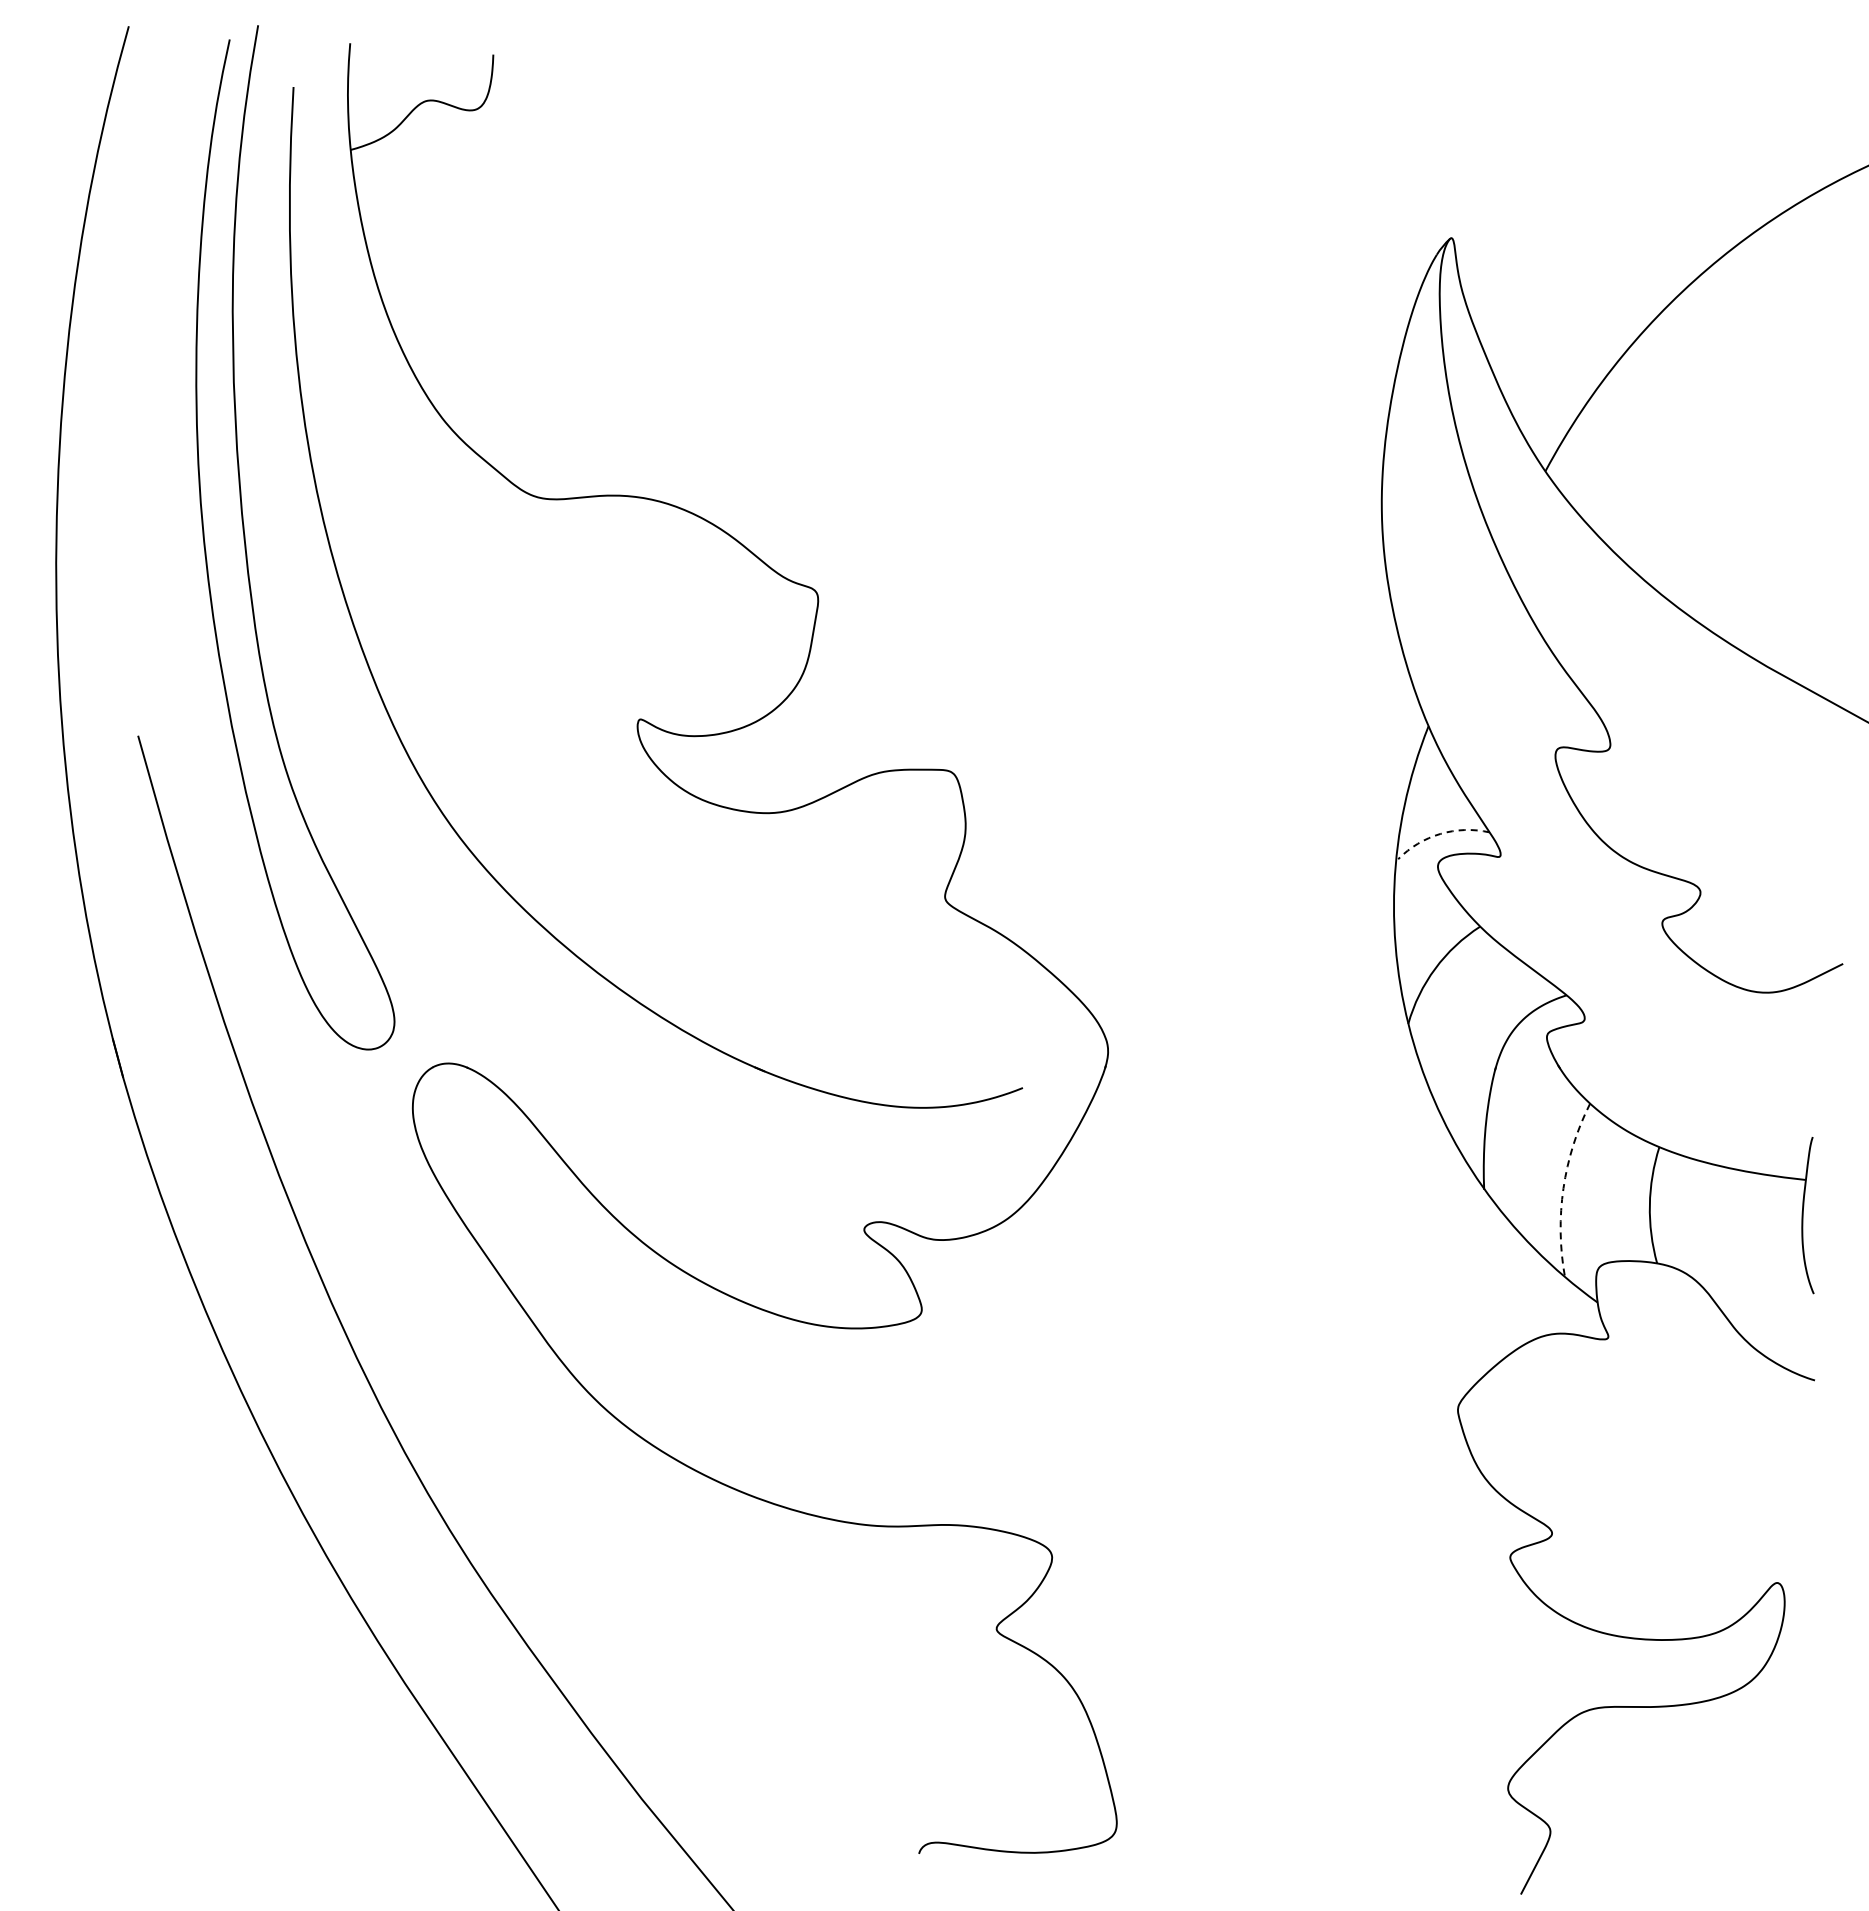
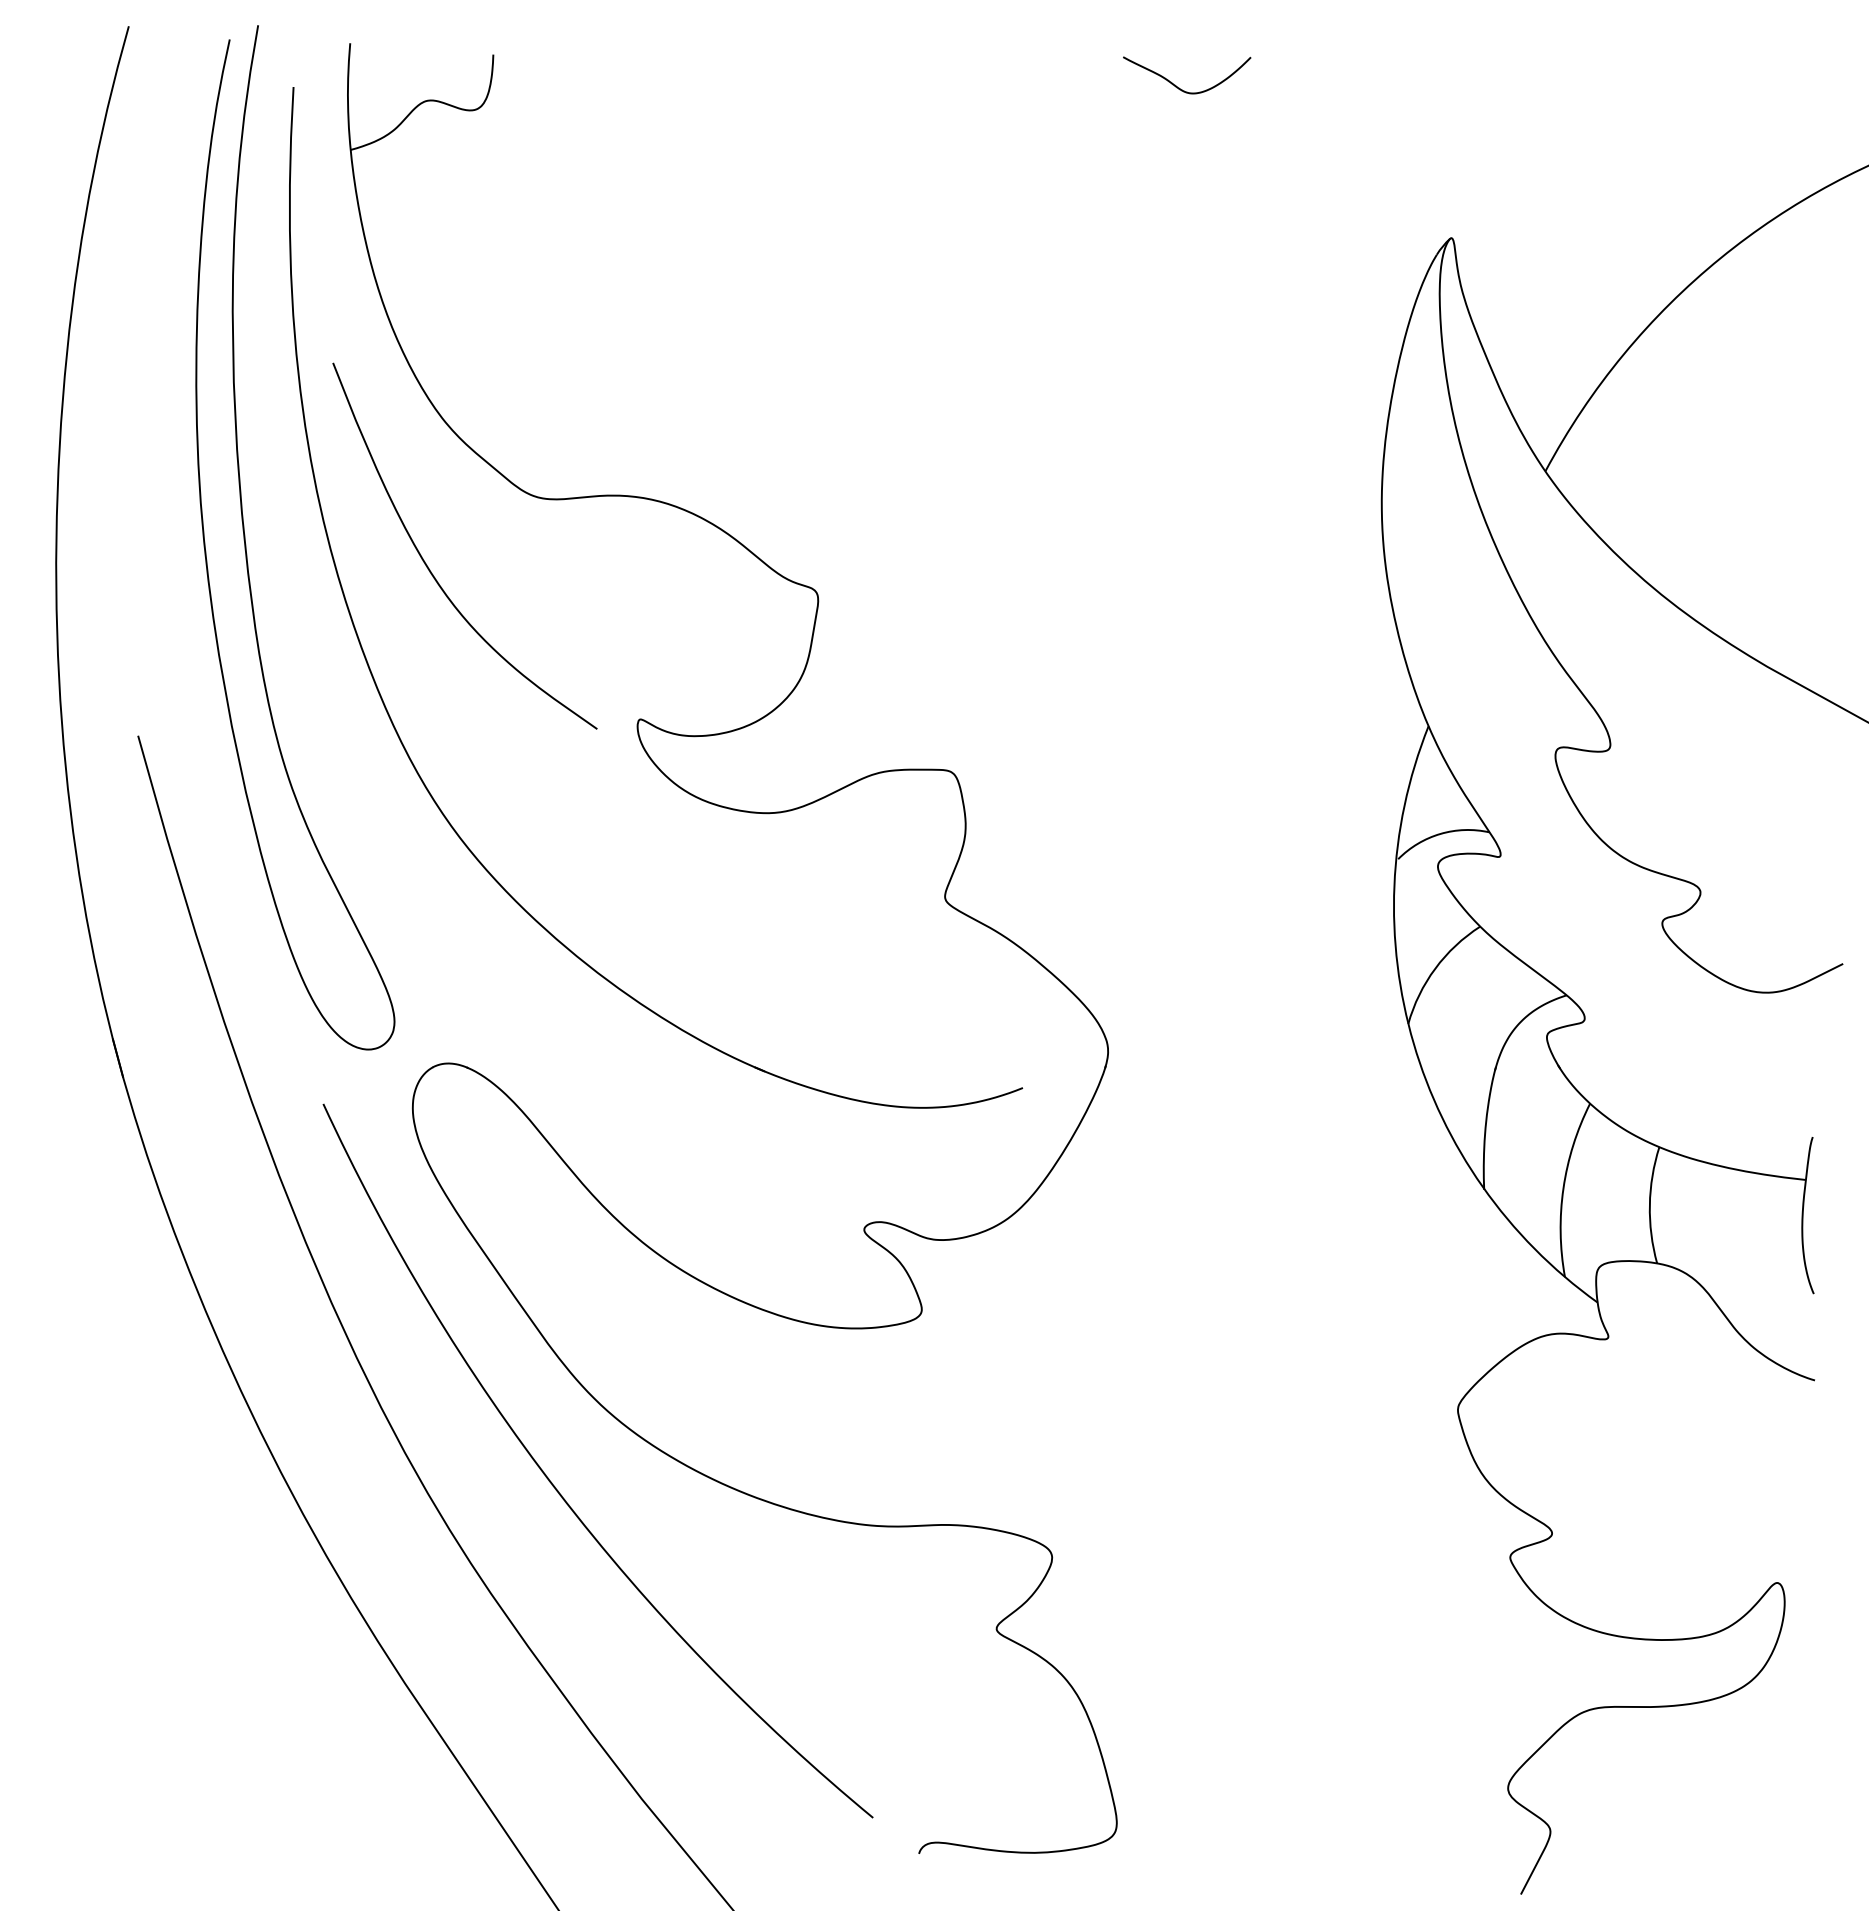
curve at (1179, 87): none -> present
curve at (430, 569): none -> present
arc at (1440, 833): dashed -> solid
arc at (1563, 1188): dashed -> solid
arc at (558, 1490): none -> present
